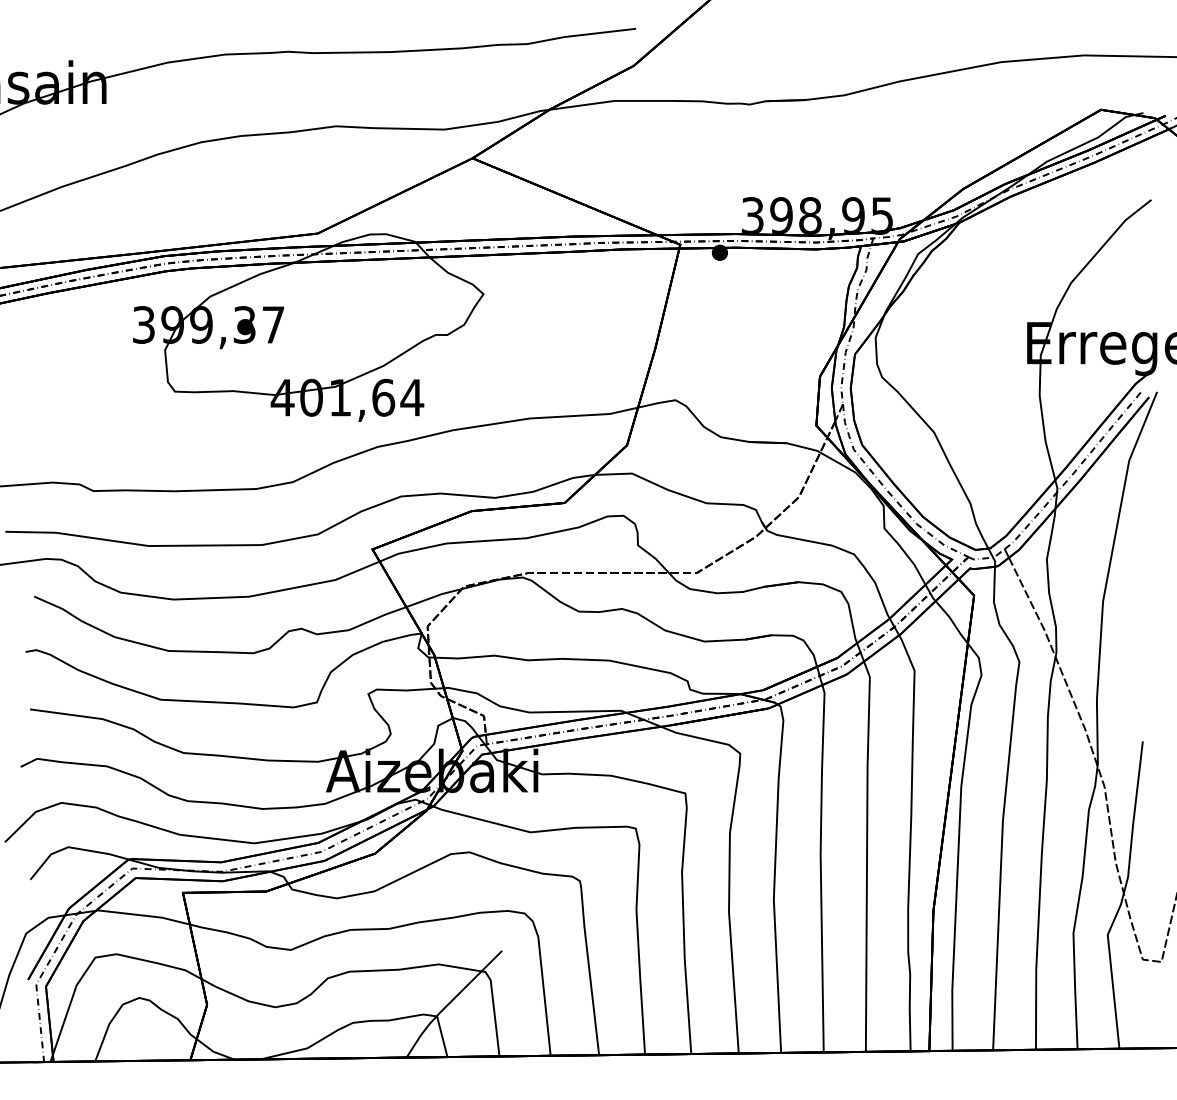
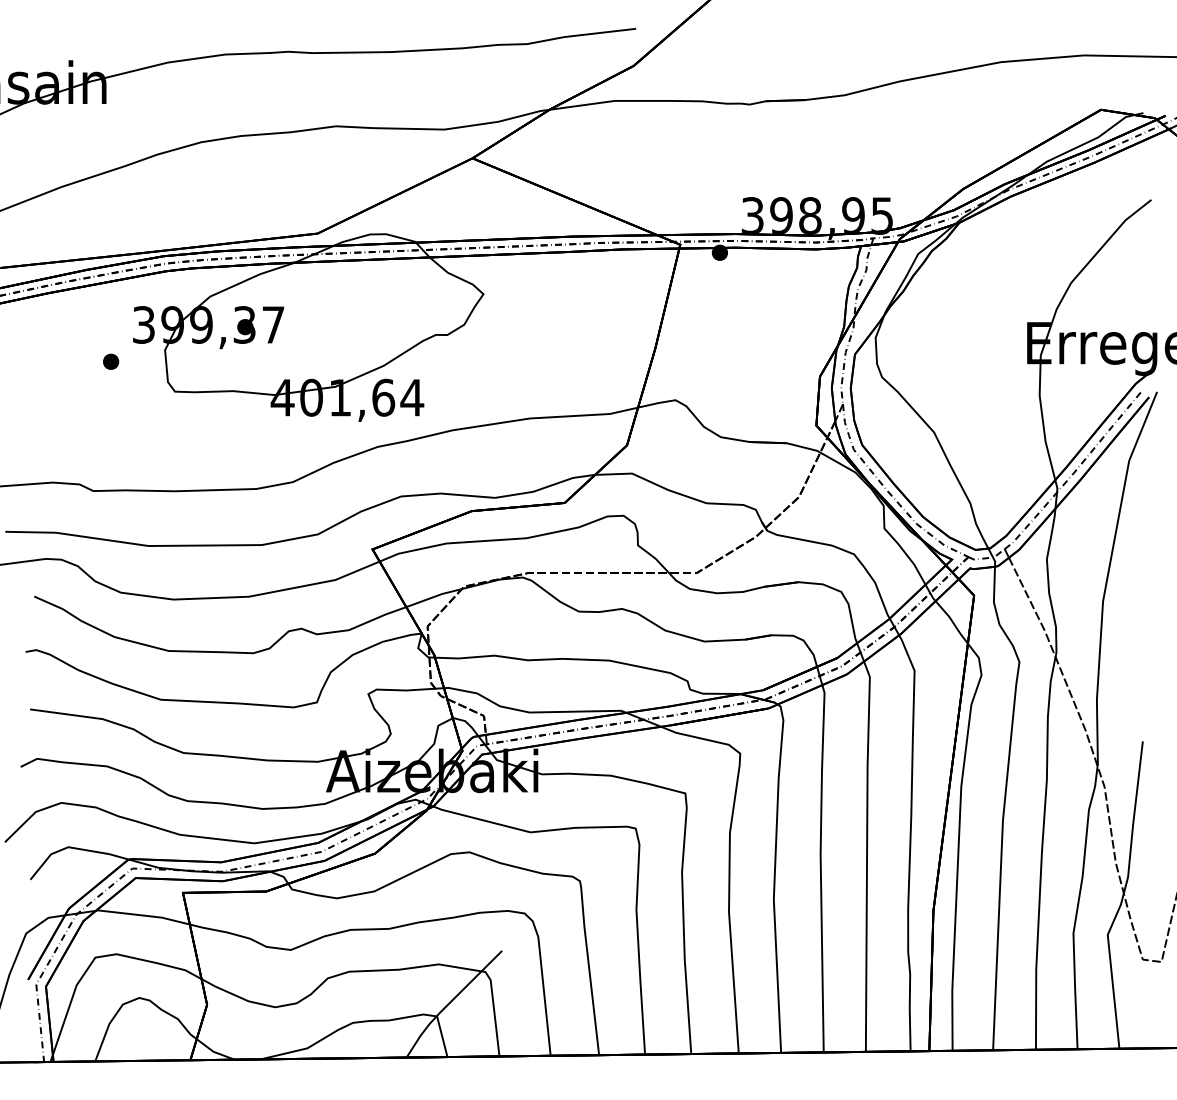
part at (111, 361): none -> present
